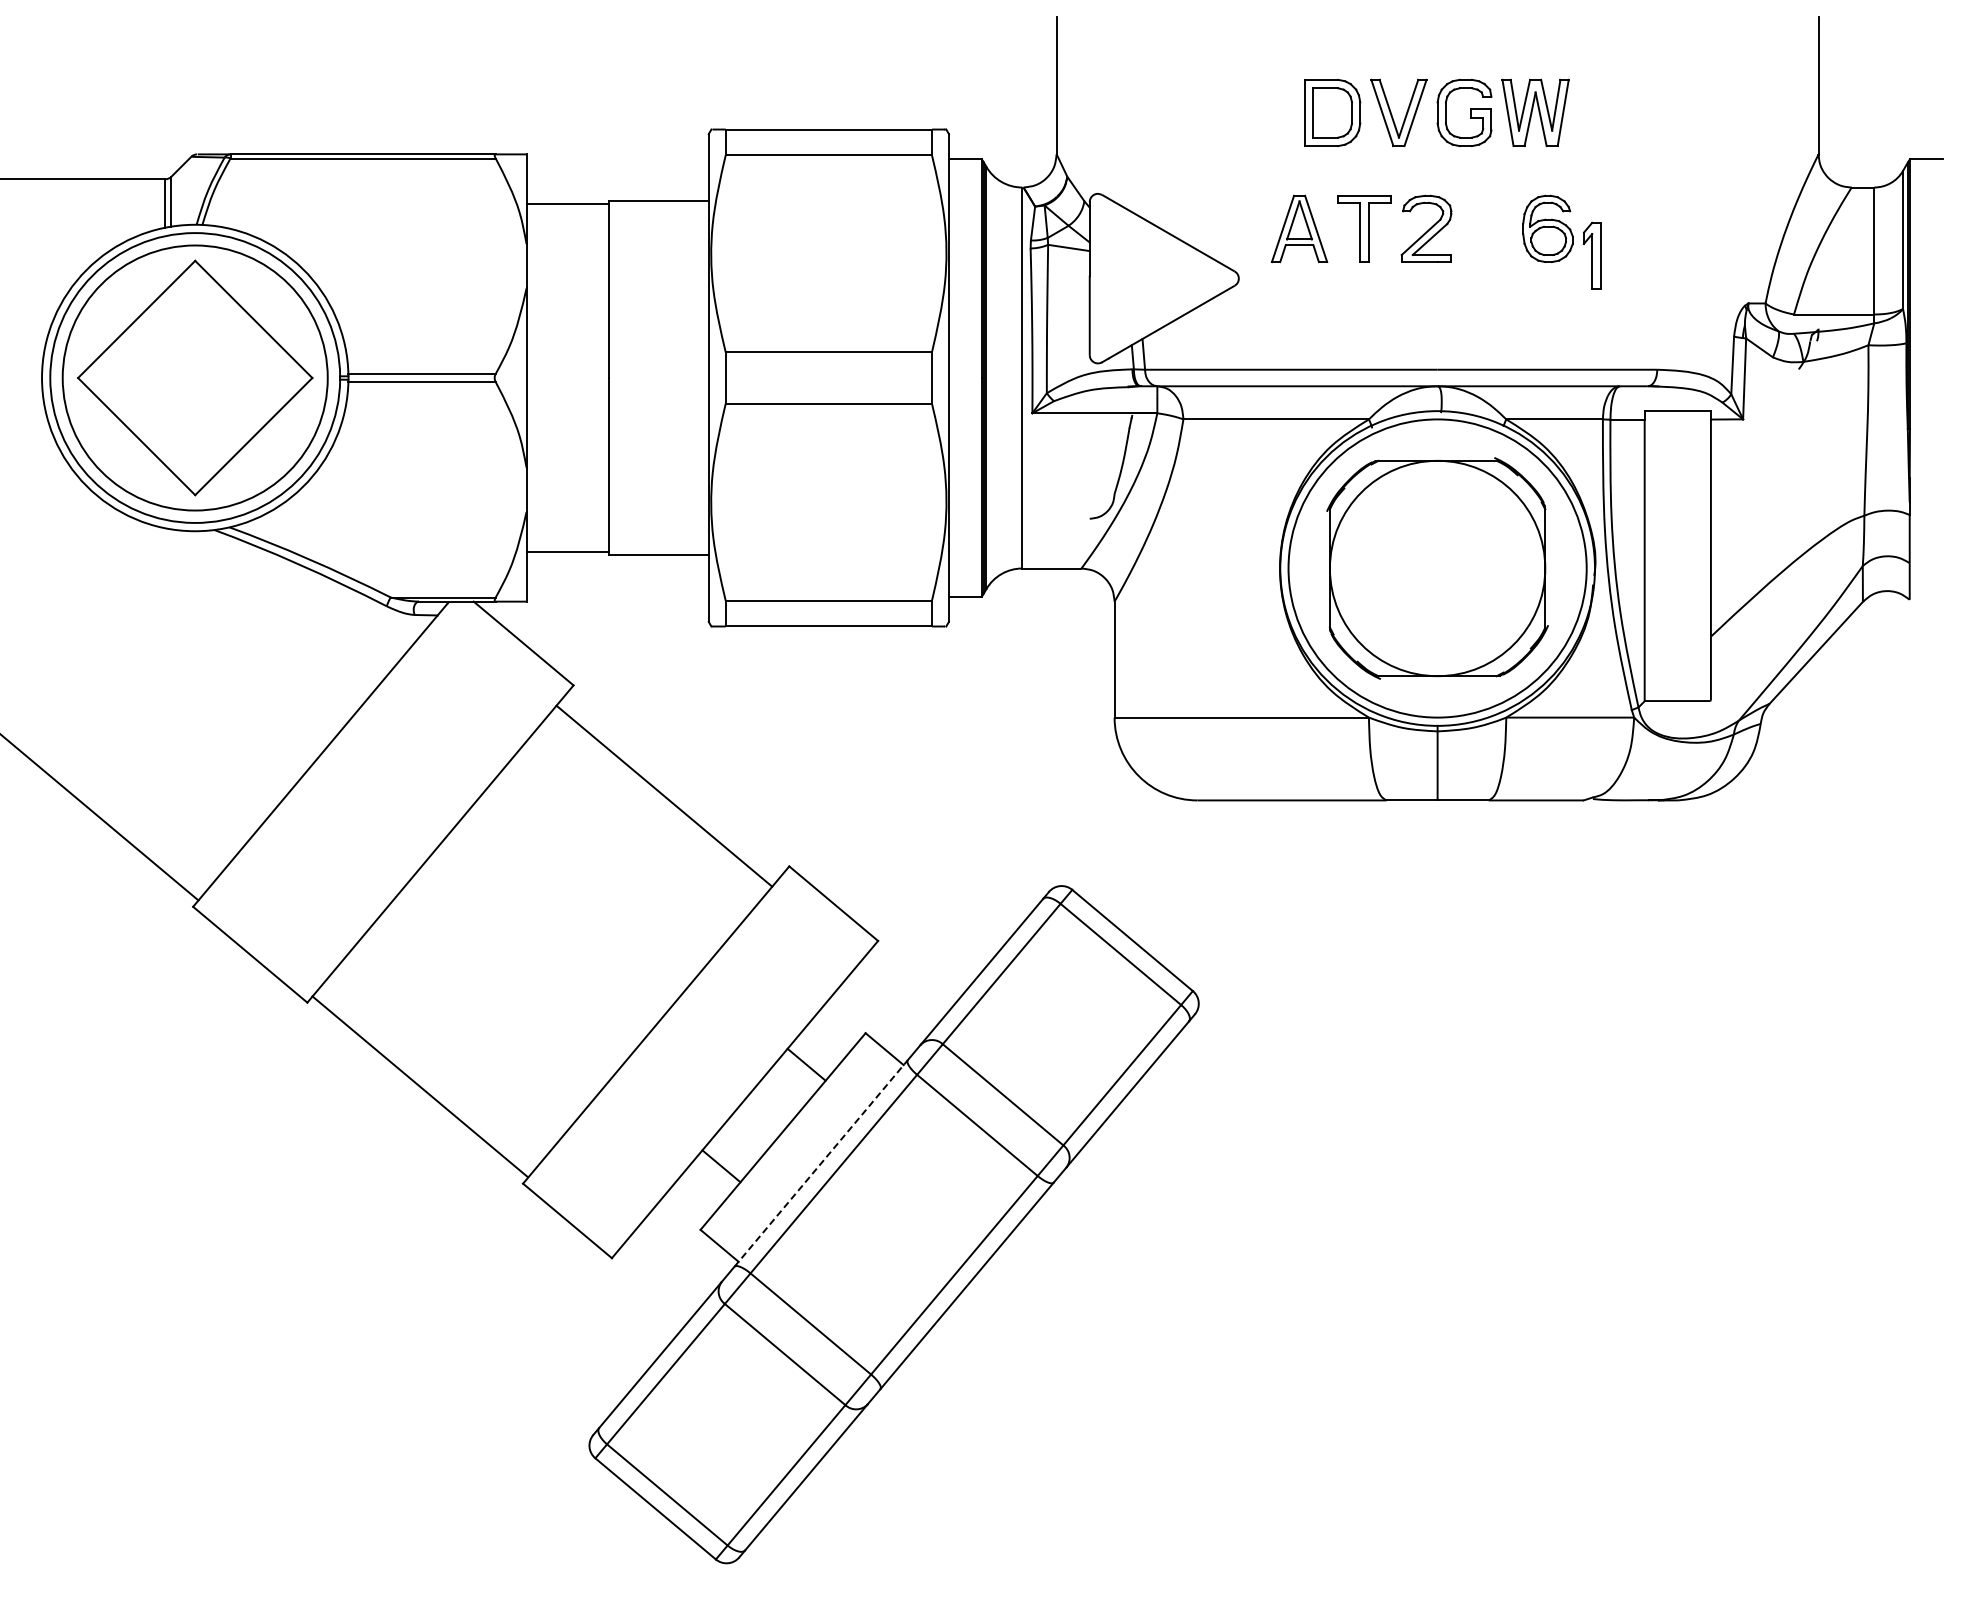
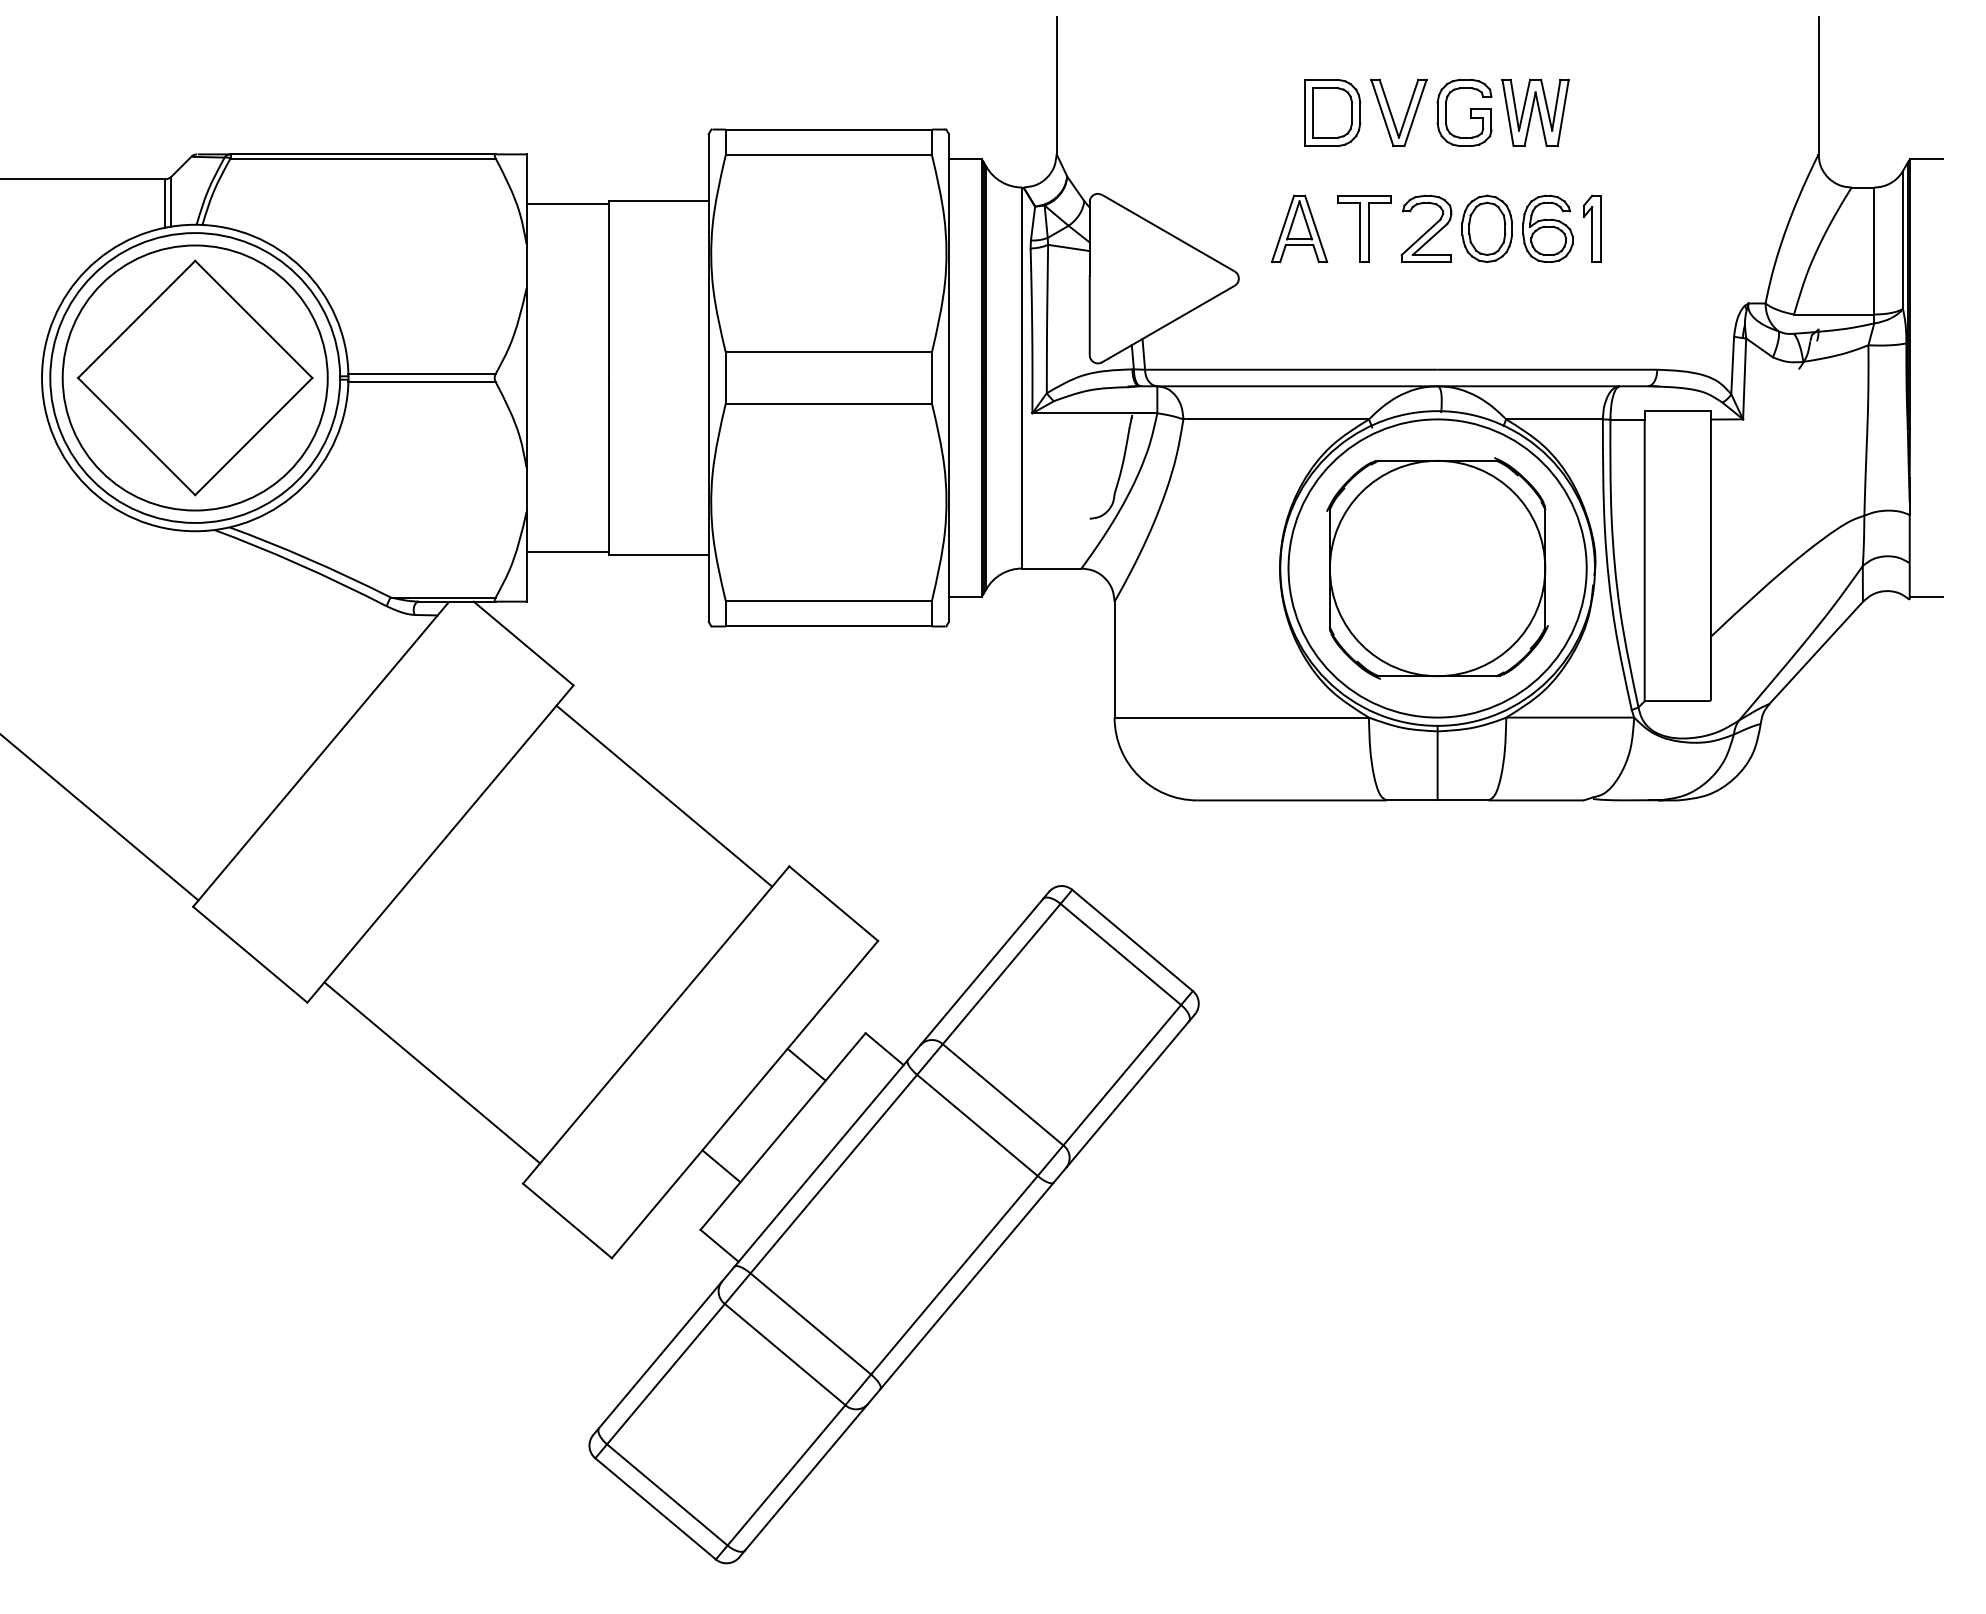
part at (1487, 228): none -> present
part at (1591, 255) position: (1591, 255) -> (1591, 228)
line at (1925, 596): none -> present
line at (420, 1086) position: (420, 1086) -> (432, 1072)
line at (821, 1163): dashed -> solid
